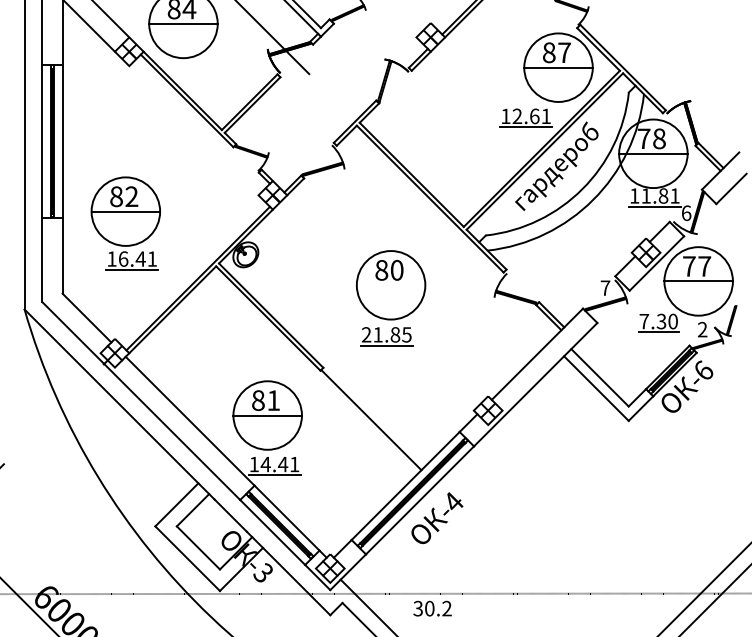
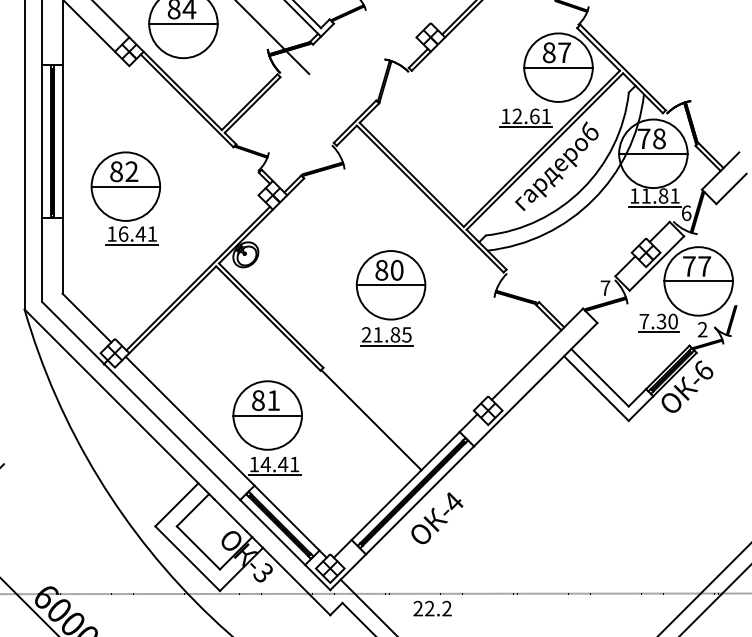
part at (125, 223) position: (125, 223) -> (125, 198)
line at (390, 285): none -> present
text at (423, 608): 30.2 -> 22.2
